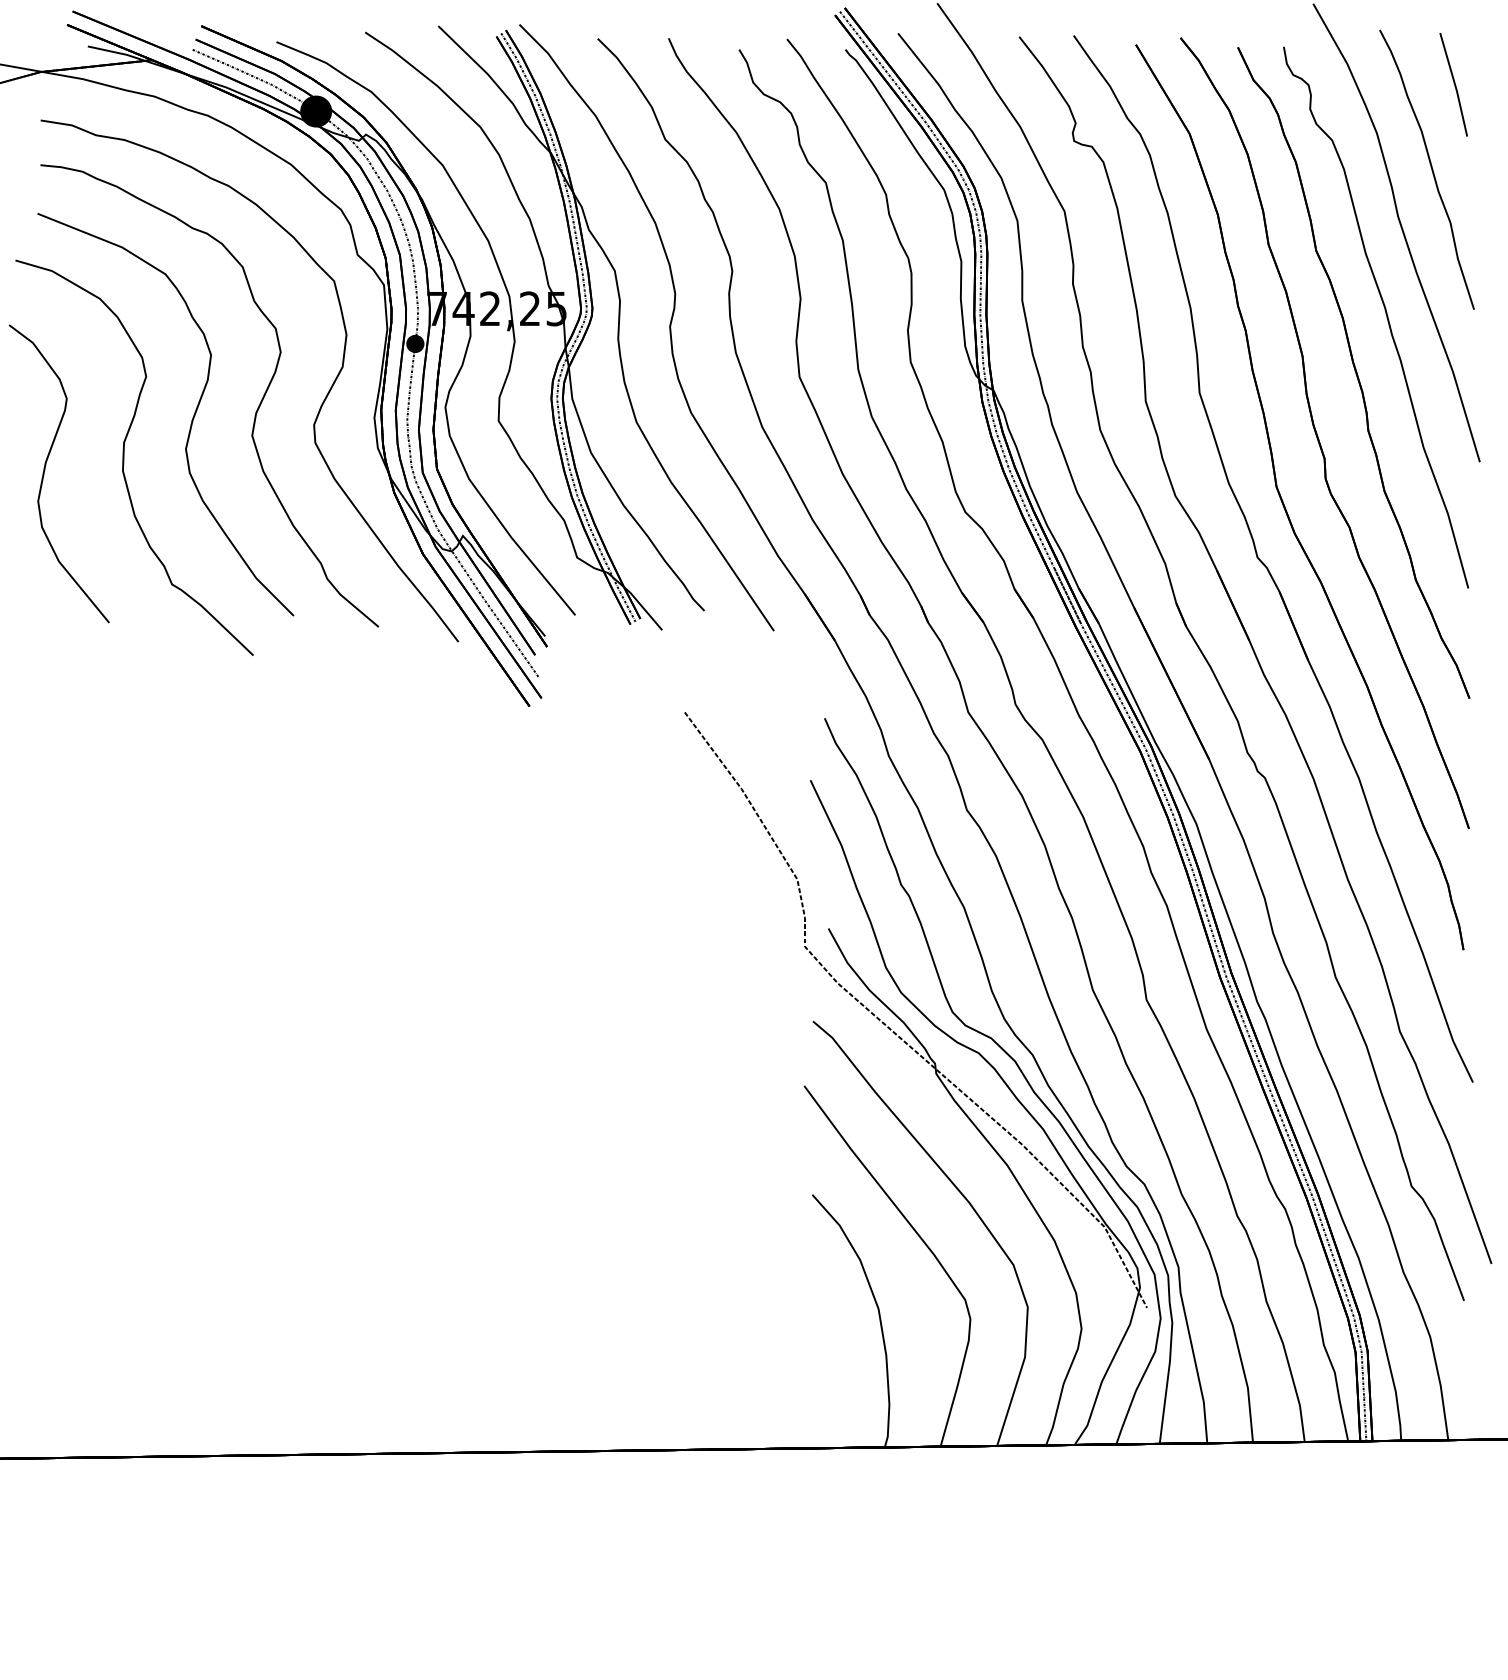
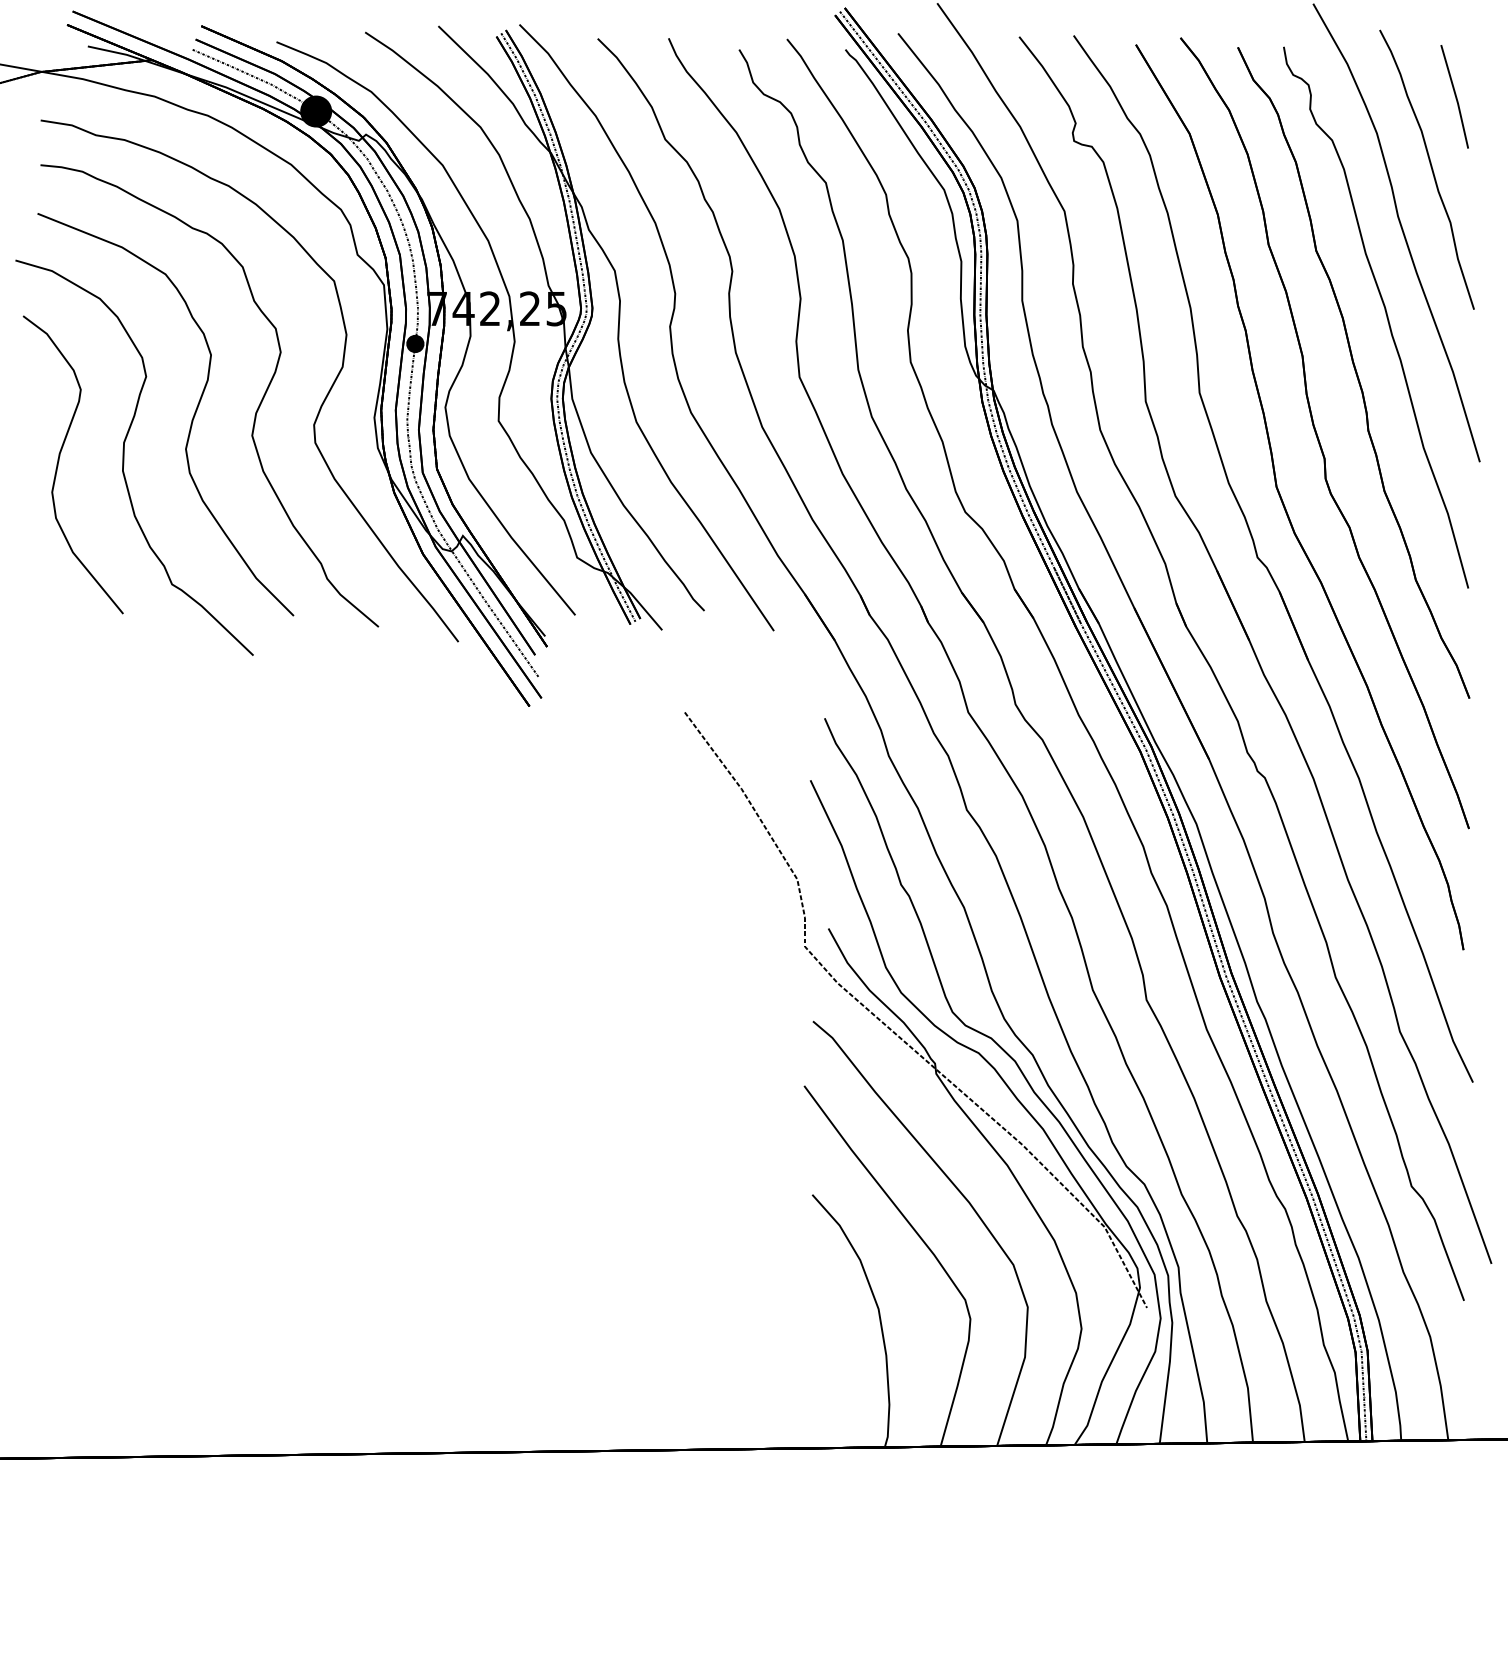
part at (1453, 84) position: (1453, 84) -> (1454, 96)
curve at (45, 470) position: (45, 470) -> (59, 461)
